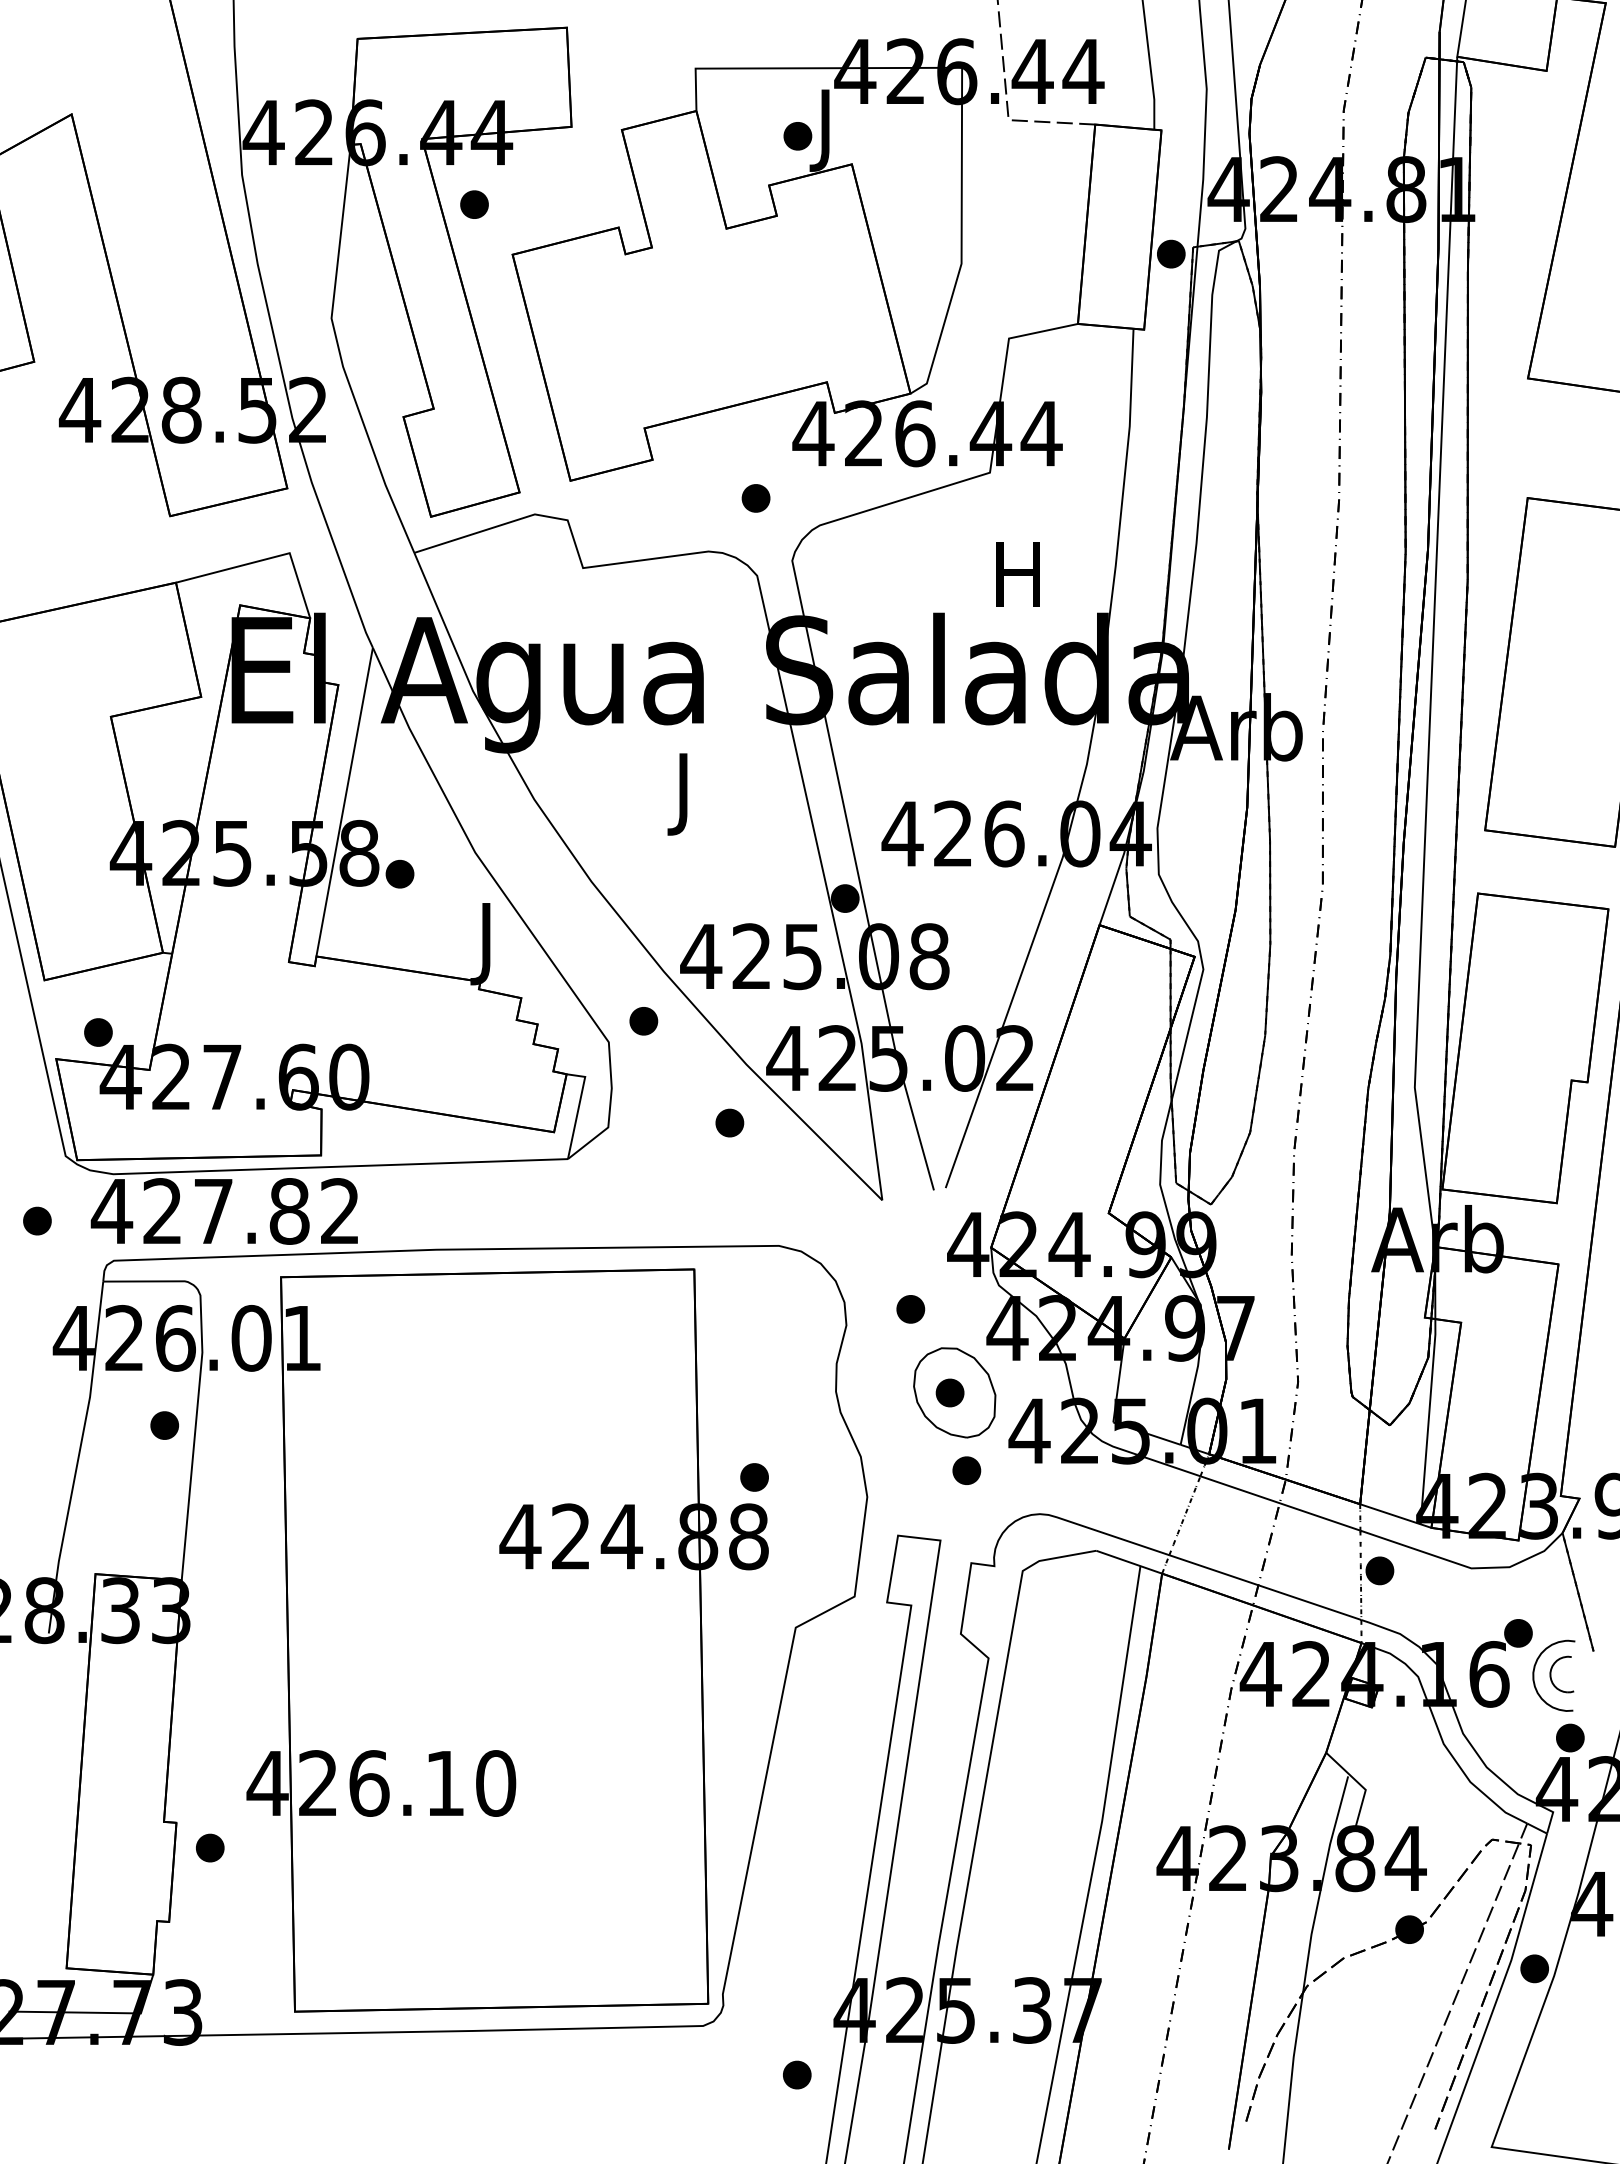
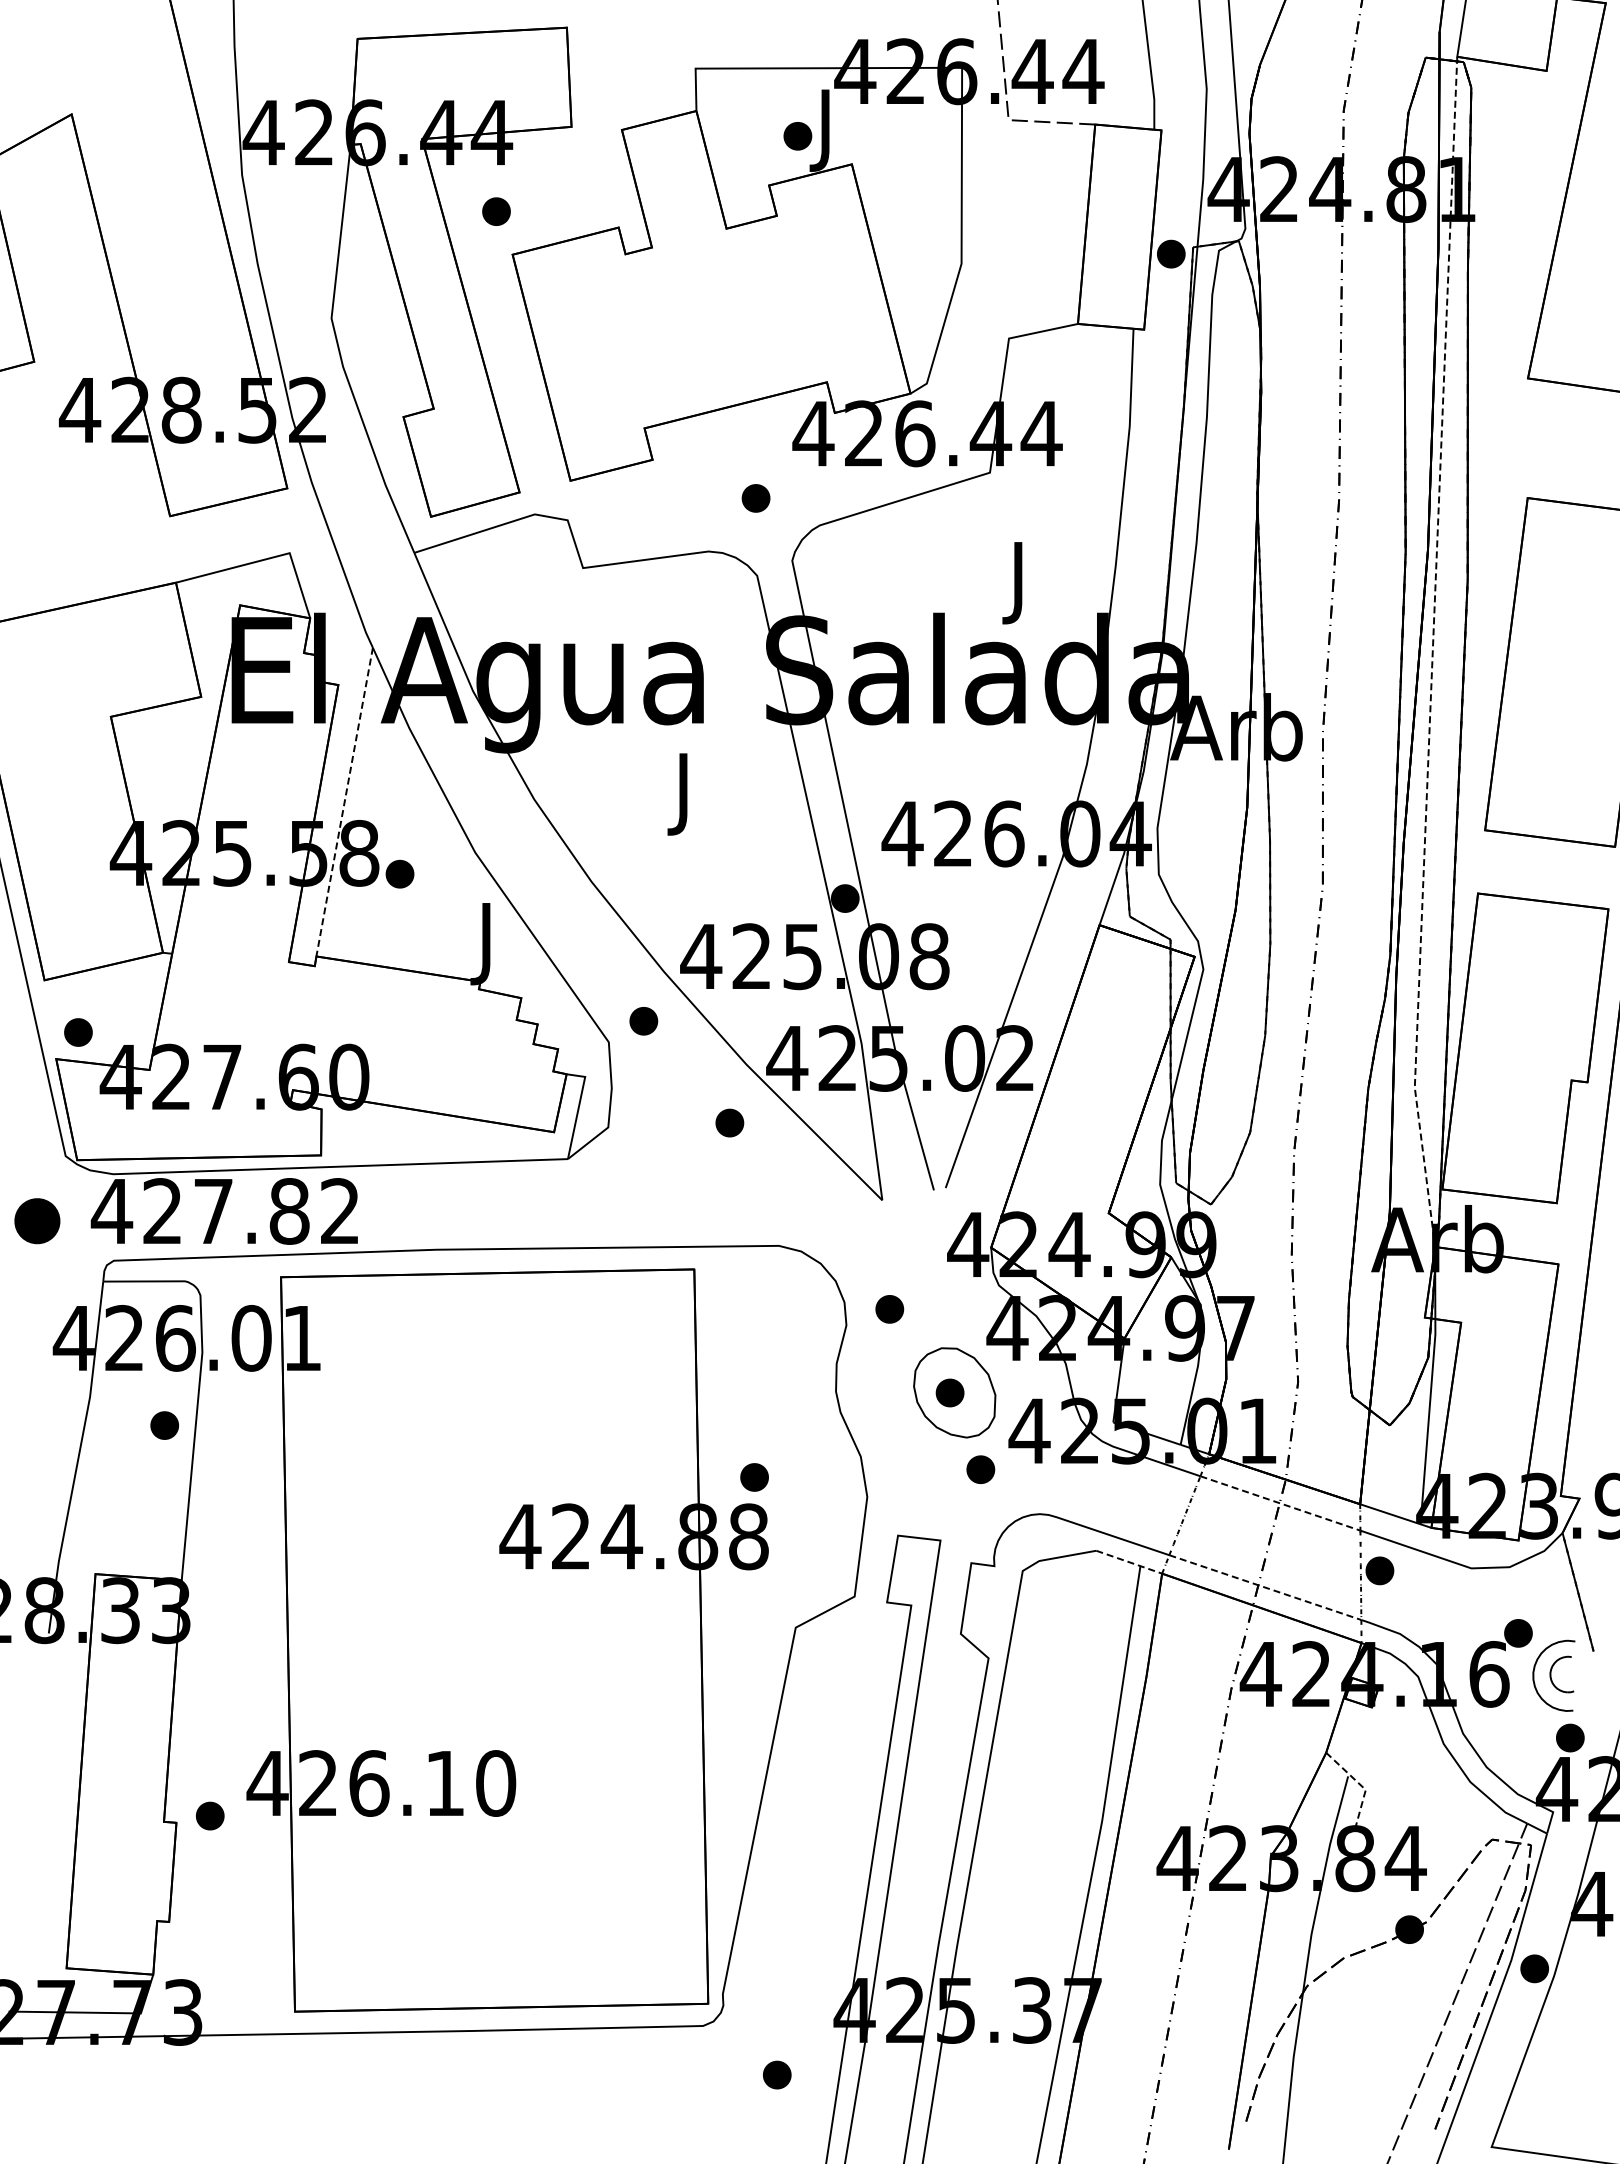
part at (474, 204) position: (474, 204) -> (496, 211)
text at (1017, 583): H -> J
line at (1432, 653): solid -> dashed
line at (344, 802): solid -> dashed
part at (98, 1032) position: (98, 1032) -> (78, 1032)
part at (37, 1220) size: 29x30 px -> 47x47 px
part at (910, 1309) position: (910, 1309) -> (889, 1309)
part at (966, 1470) position: (966, 1470) -> (980, 1469)
line at (1280, 1503): solid -> dashed
line at (1129, 1562): solid -> dashed
line at (1265, 1587): solid -> dashed
line at (1360, 1785): solid -> dashed
part at (210, 1847) position: (210, 1847) -> (210, 1815)
part at (797, 2074) position: (797, 2074) -> (777, 2074)
